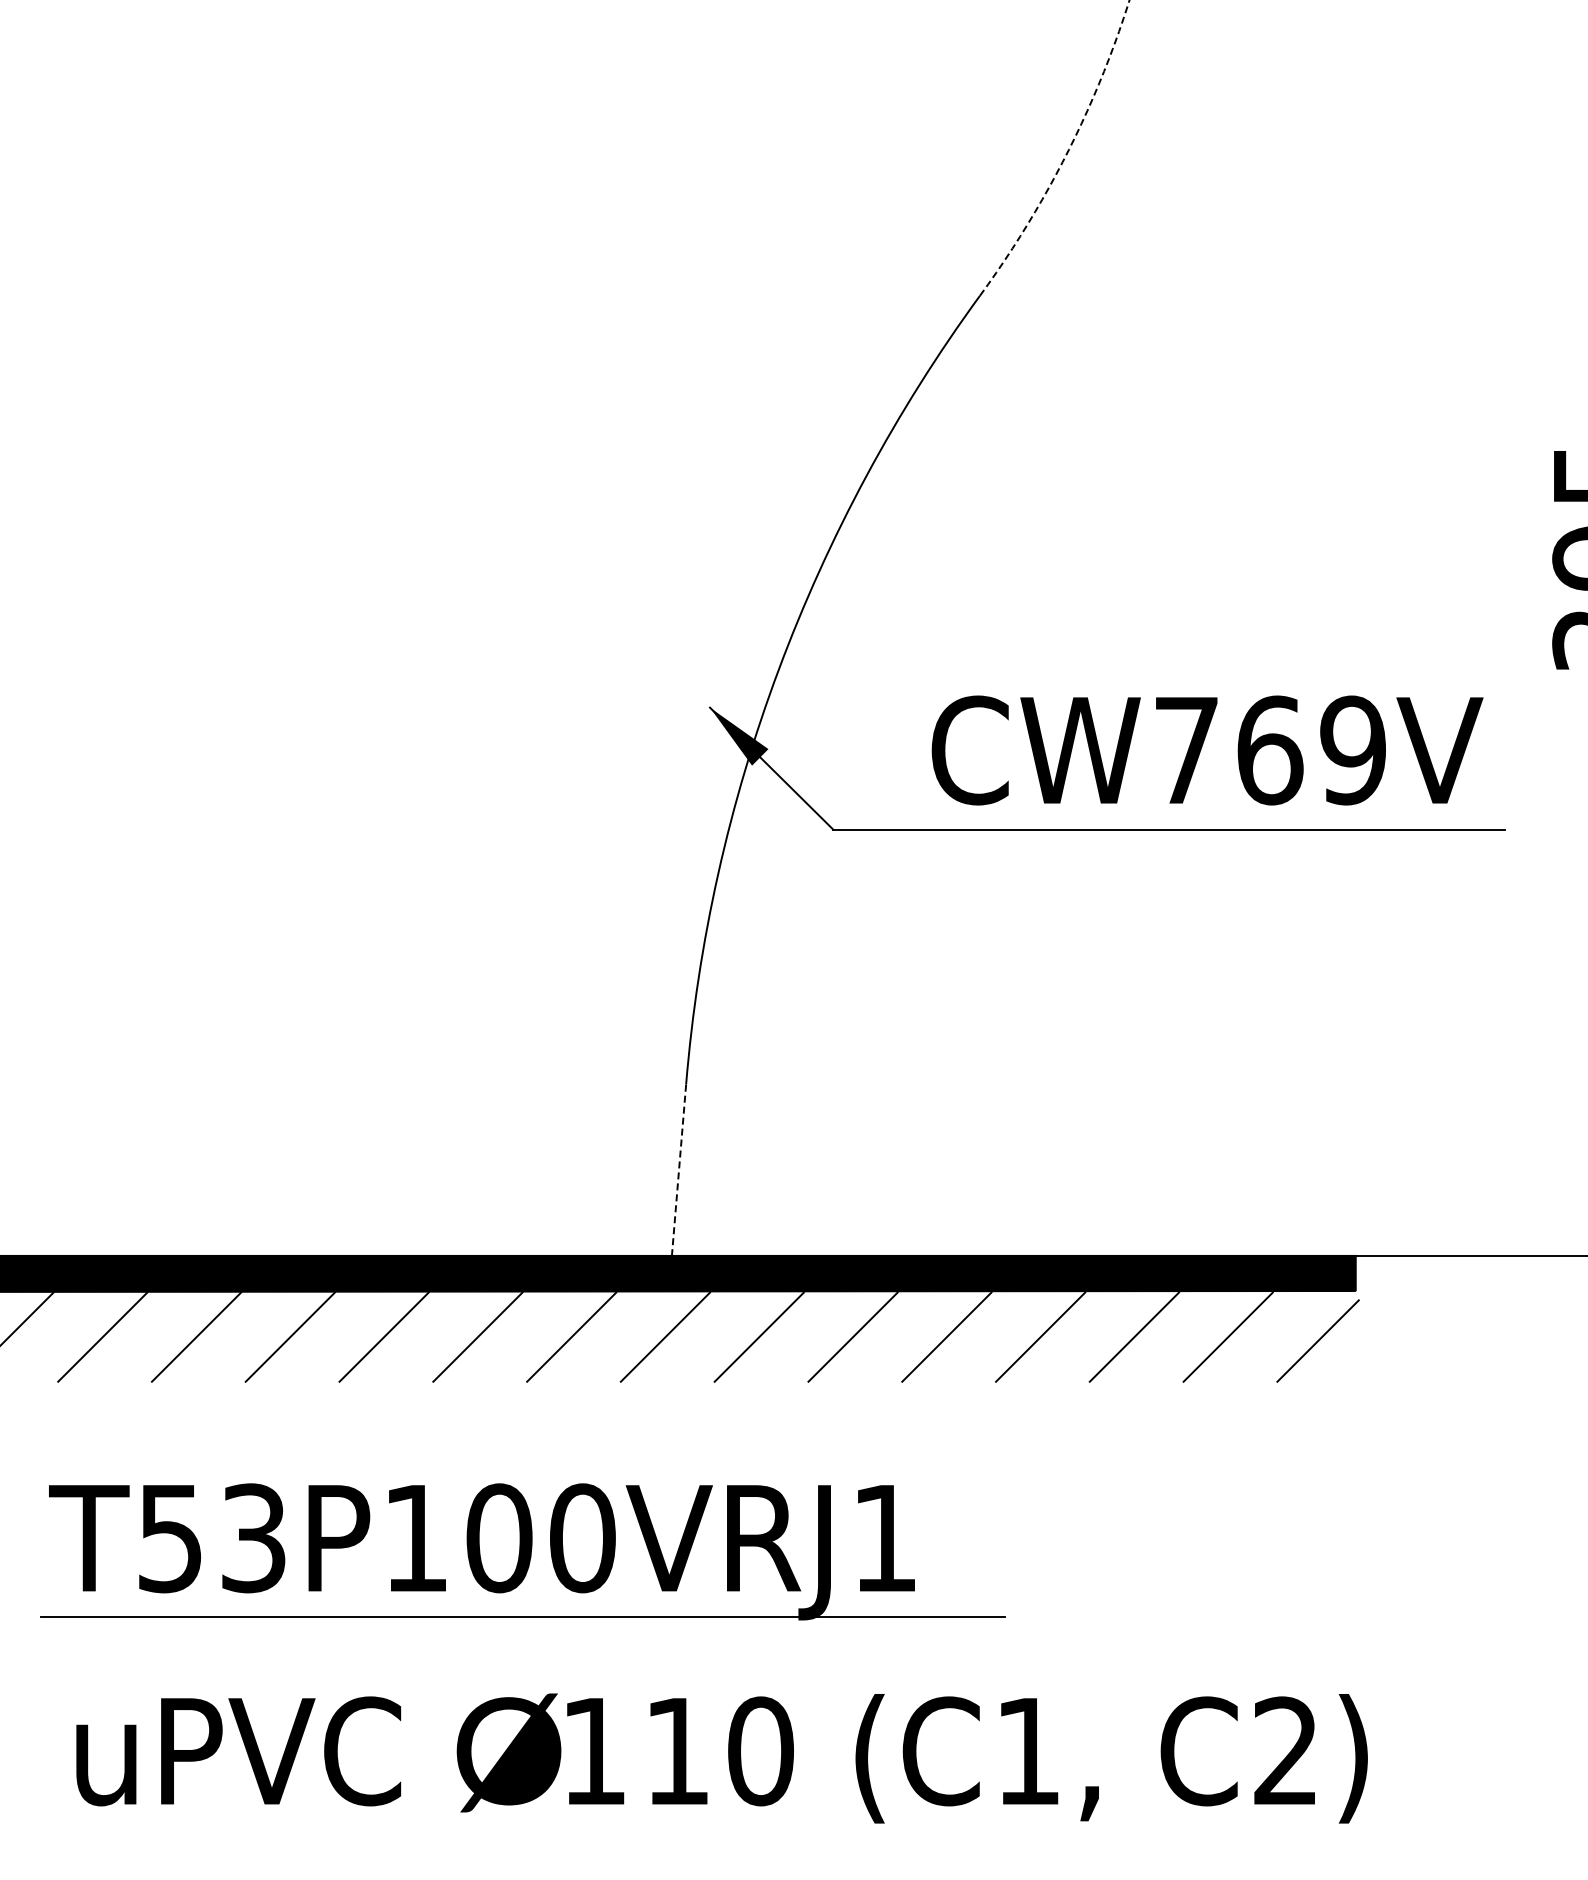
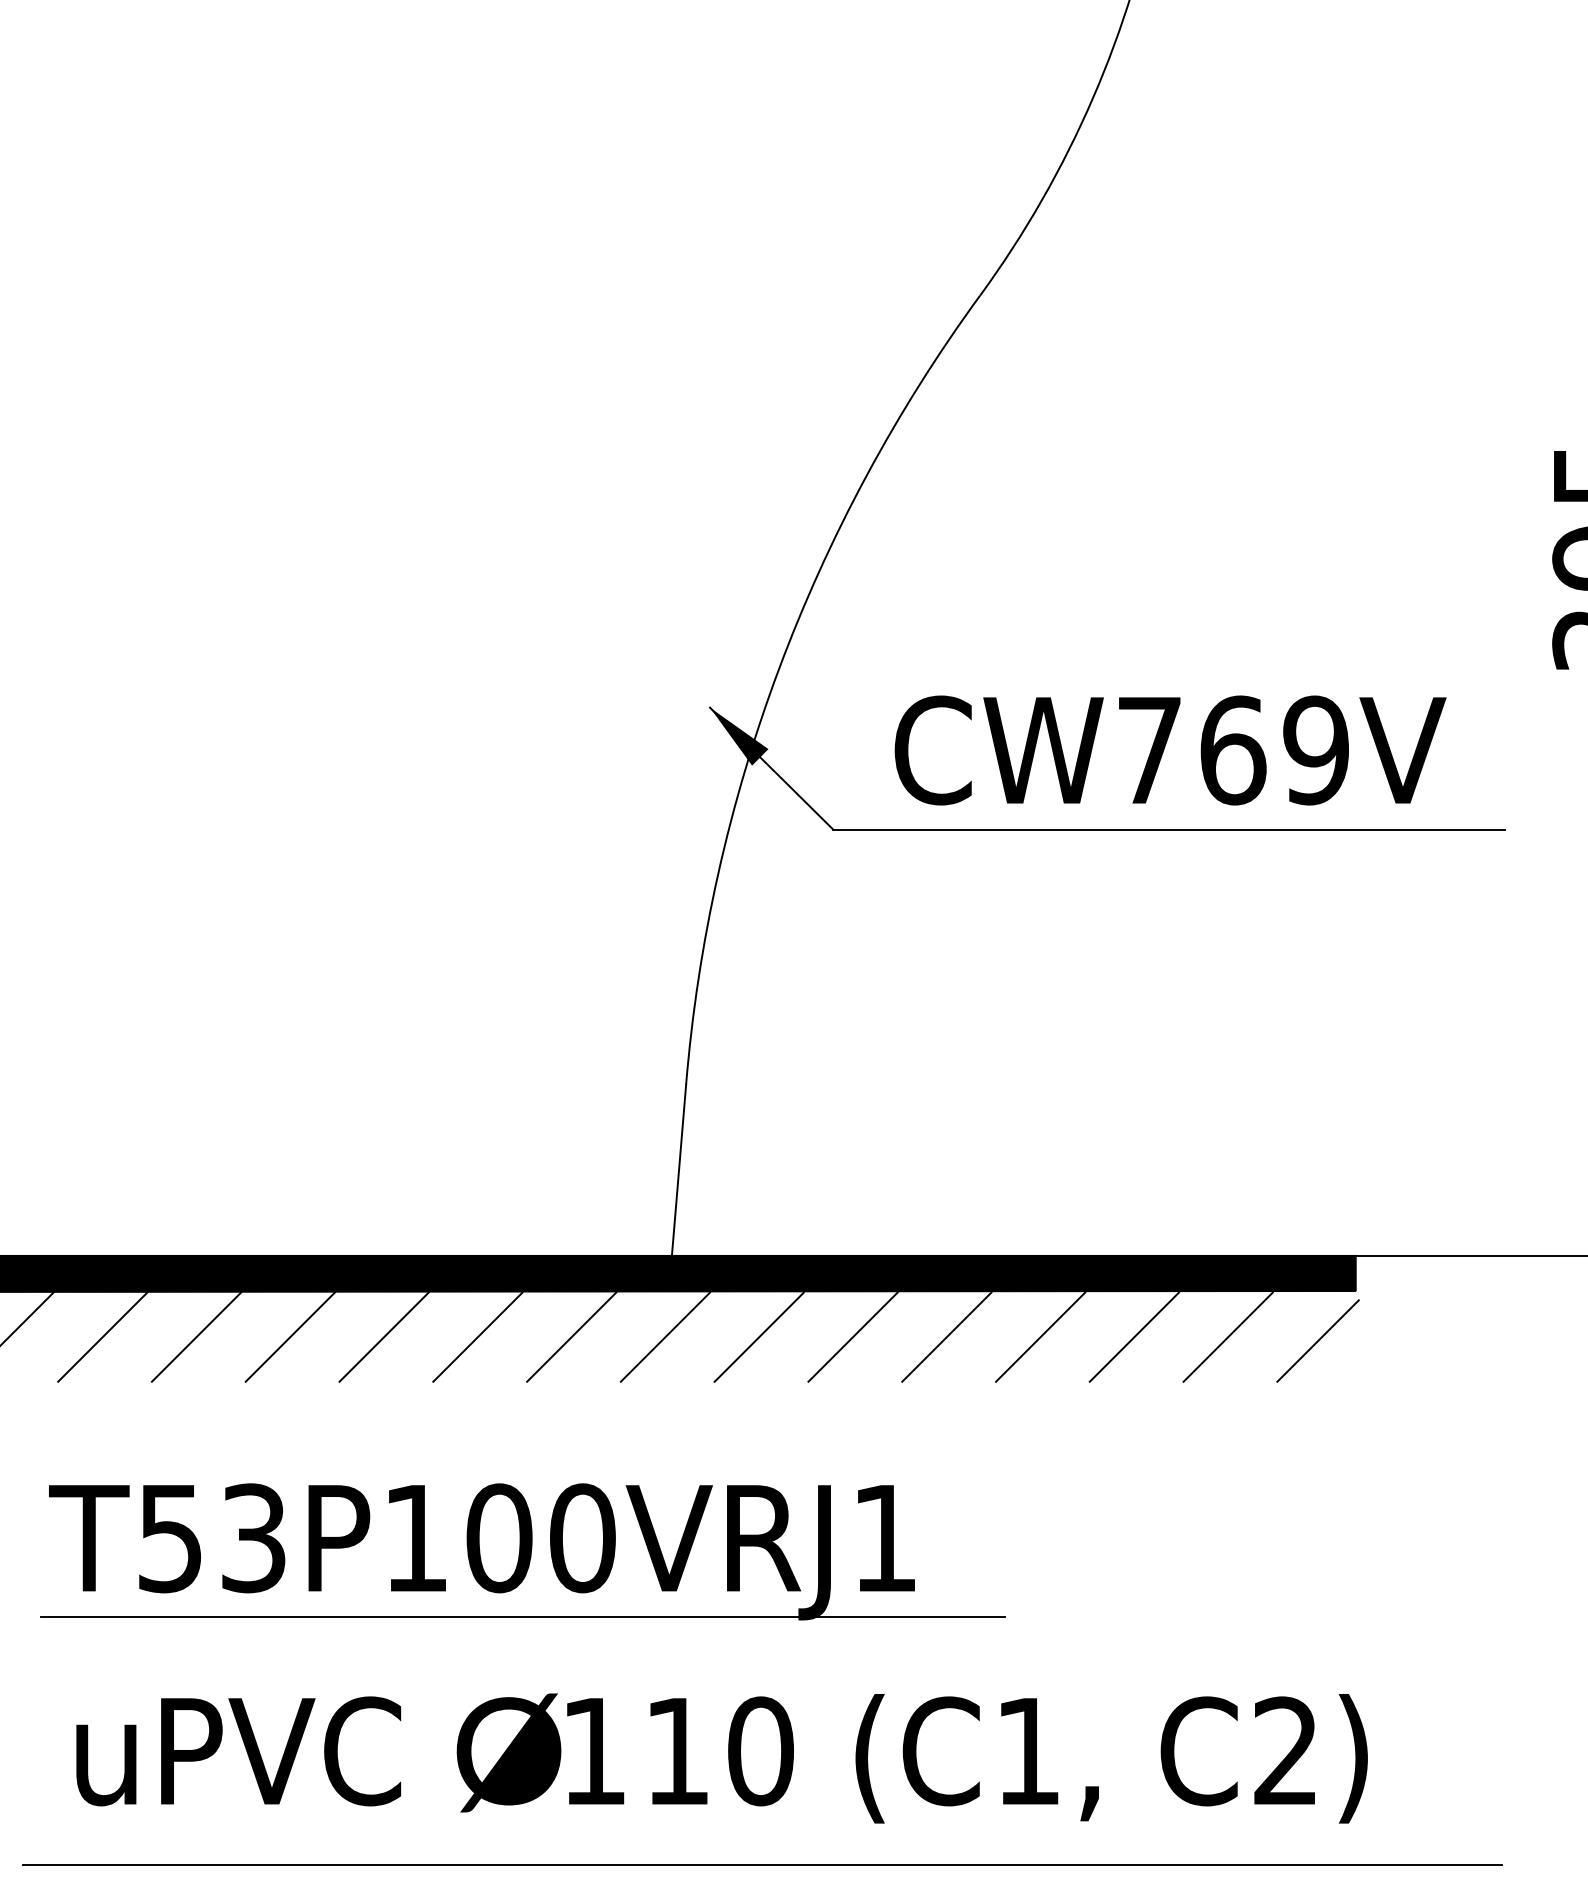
arc at (1067, 153): dashed -> solid
text at (1207, 750) position: (1207, 750) -> (1170, 750)
line at (679, 1169): dashed -> solid
line at (762, 1864): none -> present
